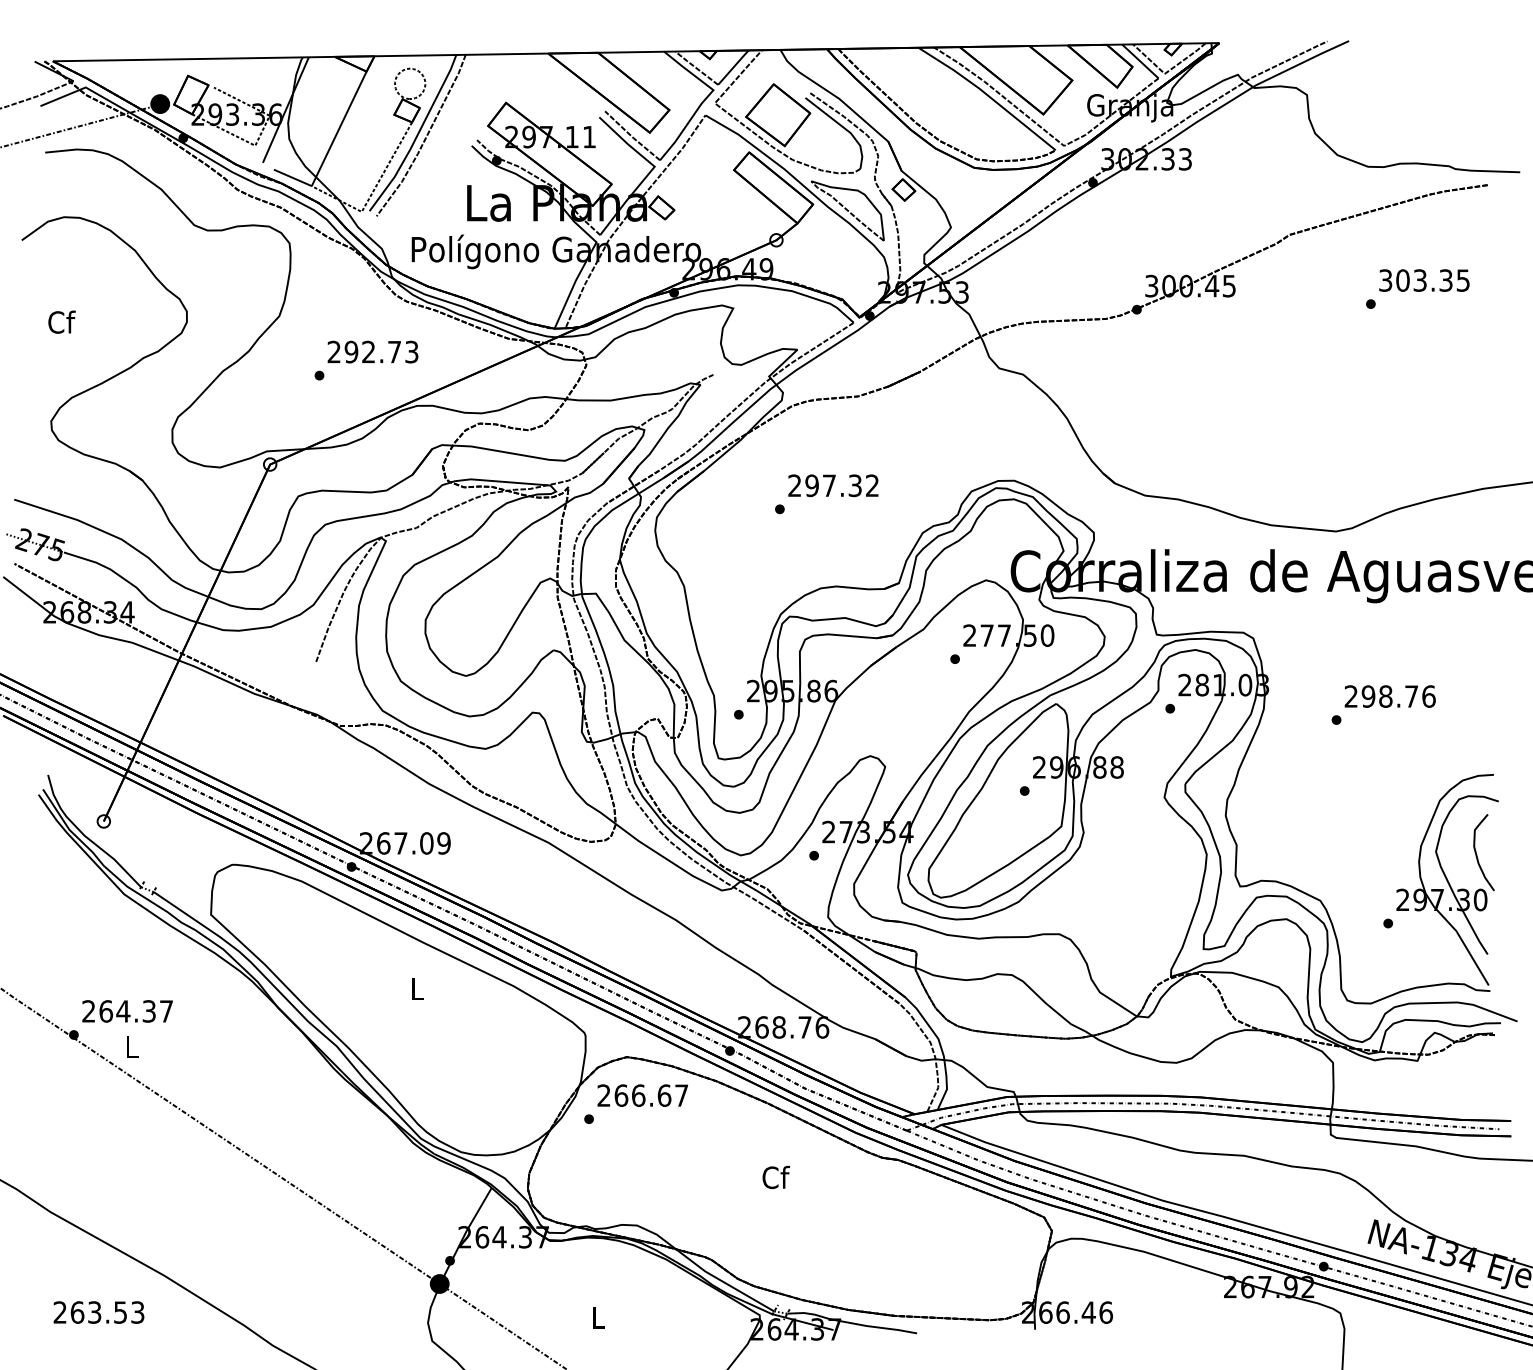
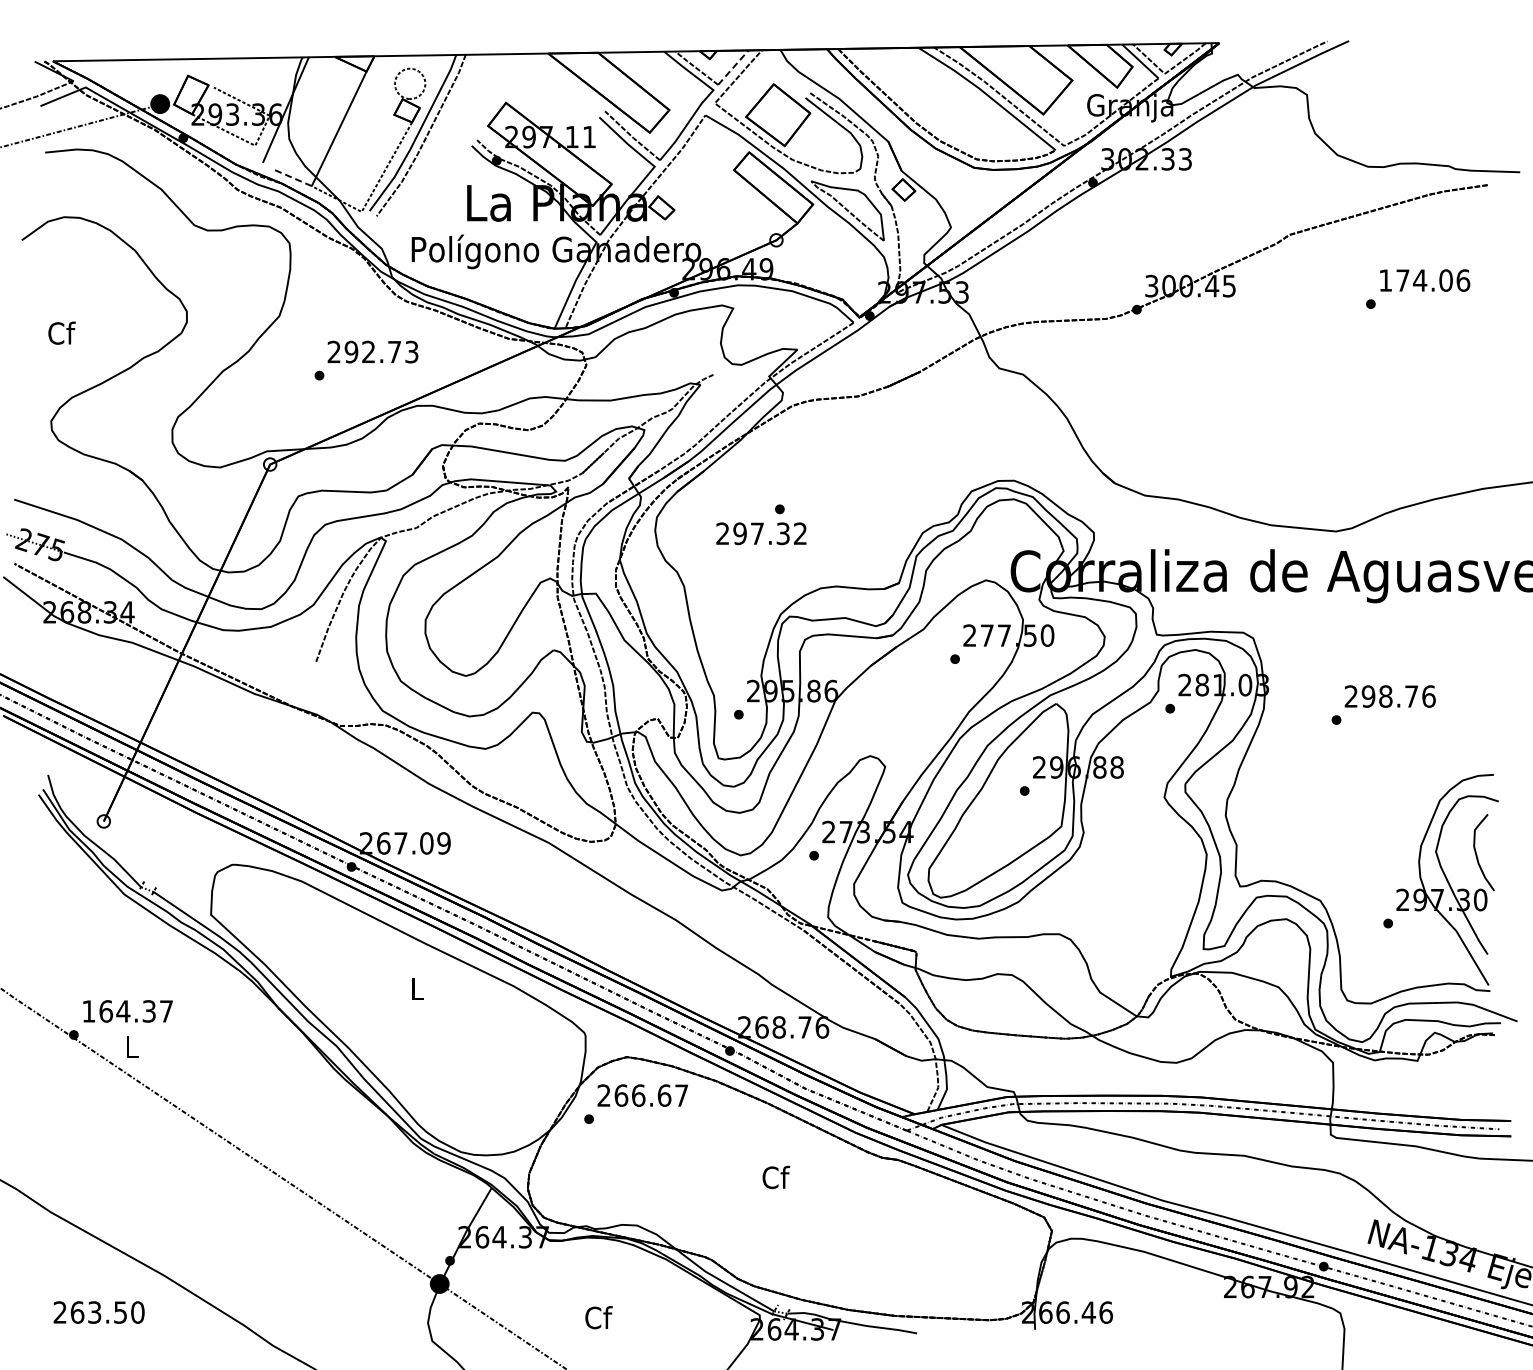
line at (733, 67): solid -> dashed
line at (292, 177): solid -> dashed
text at (1424, 280): 303.35 -> 174.06
text at (61, 321) position: (61, 321) -> (61, 332)
text at (833, 485) position: (833, 485) -> (761, 533)
text at (88, 1011): 264.37 -> 164.37
text at (137, 1312): 263.53 -> 263.50
text at (598, 1317): L -> Cf
